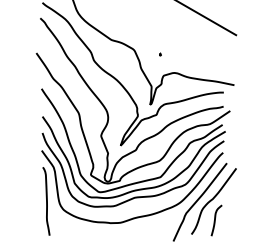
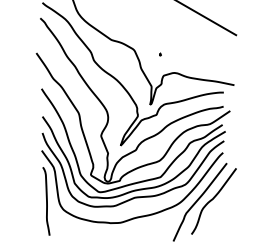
curve at (215, 220): present -> none
